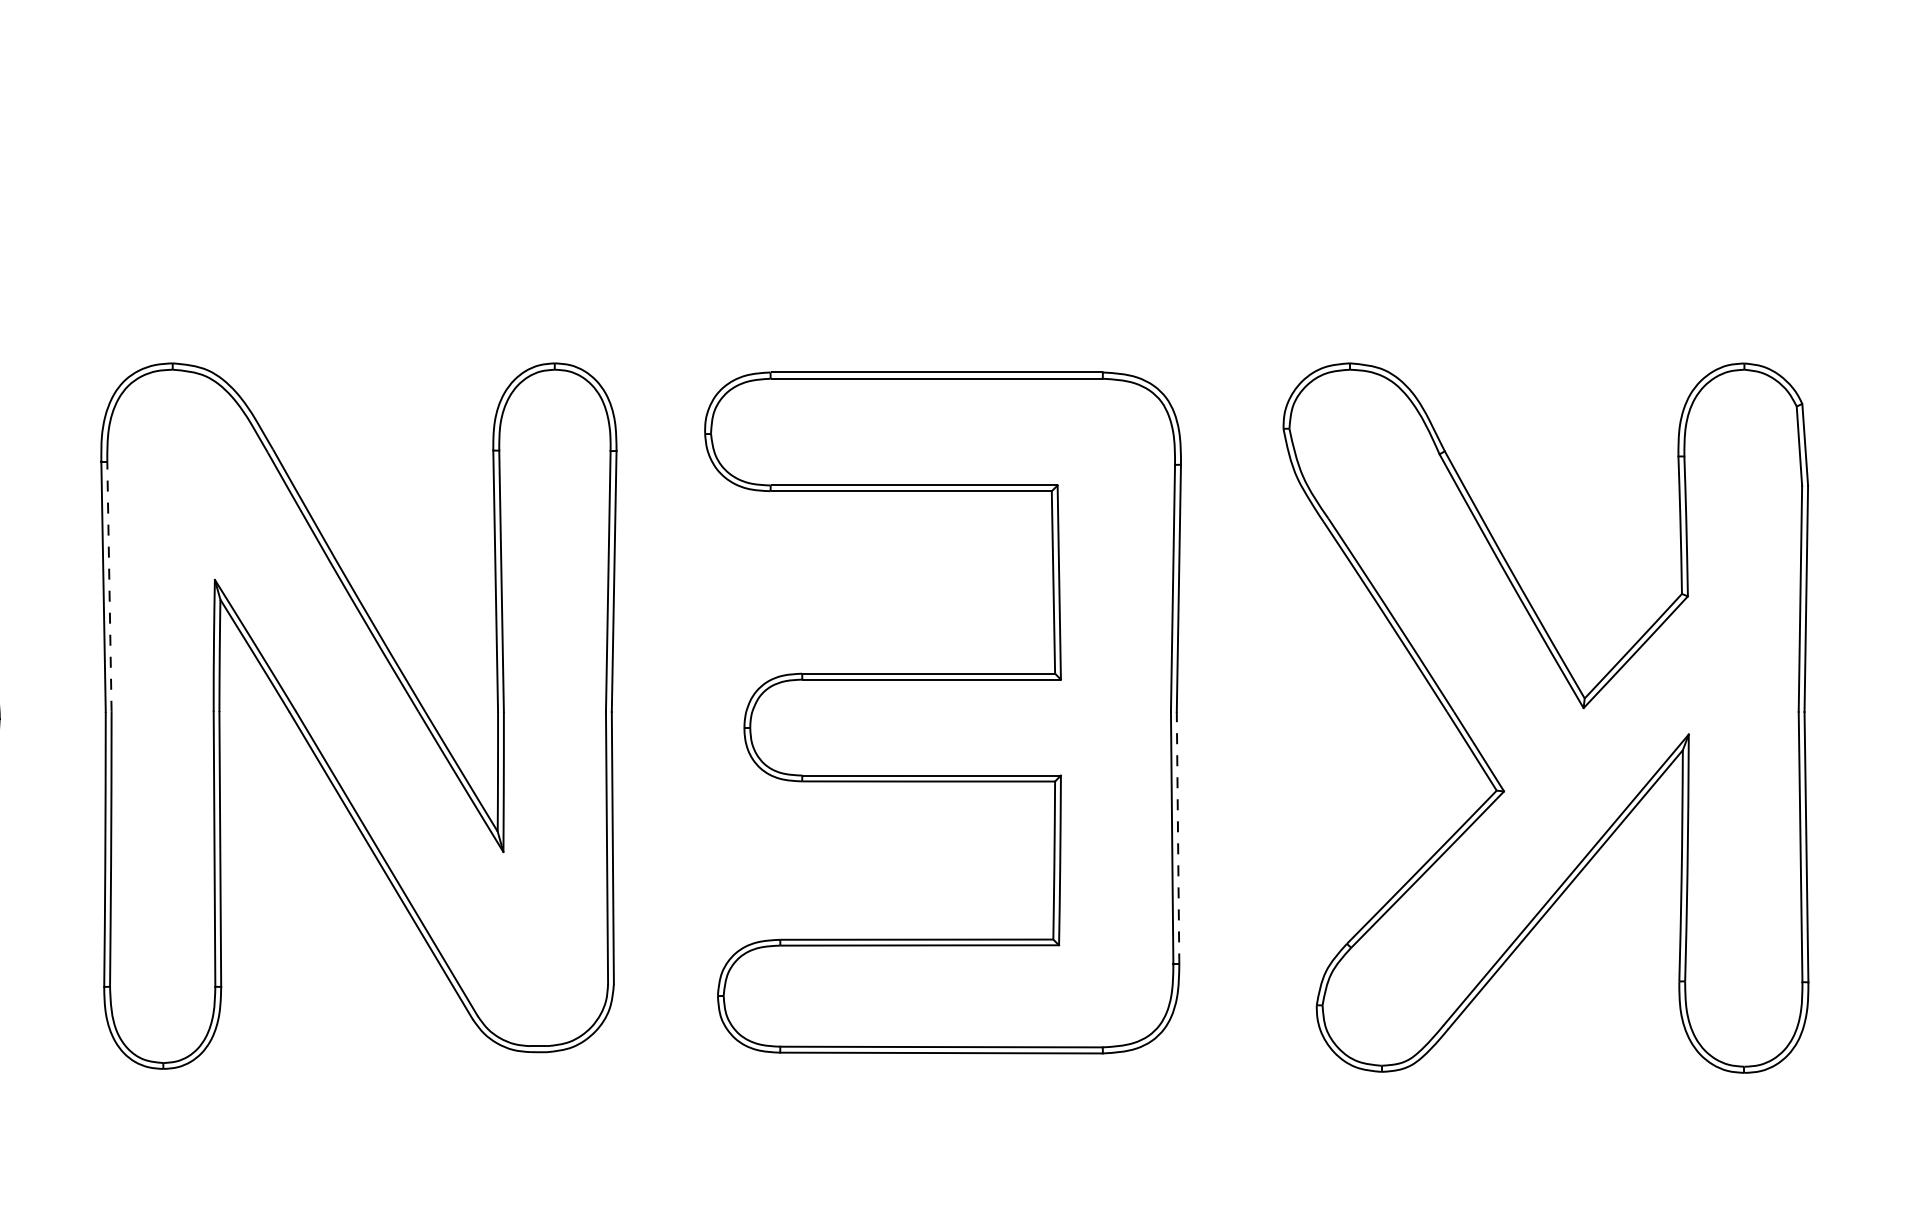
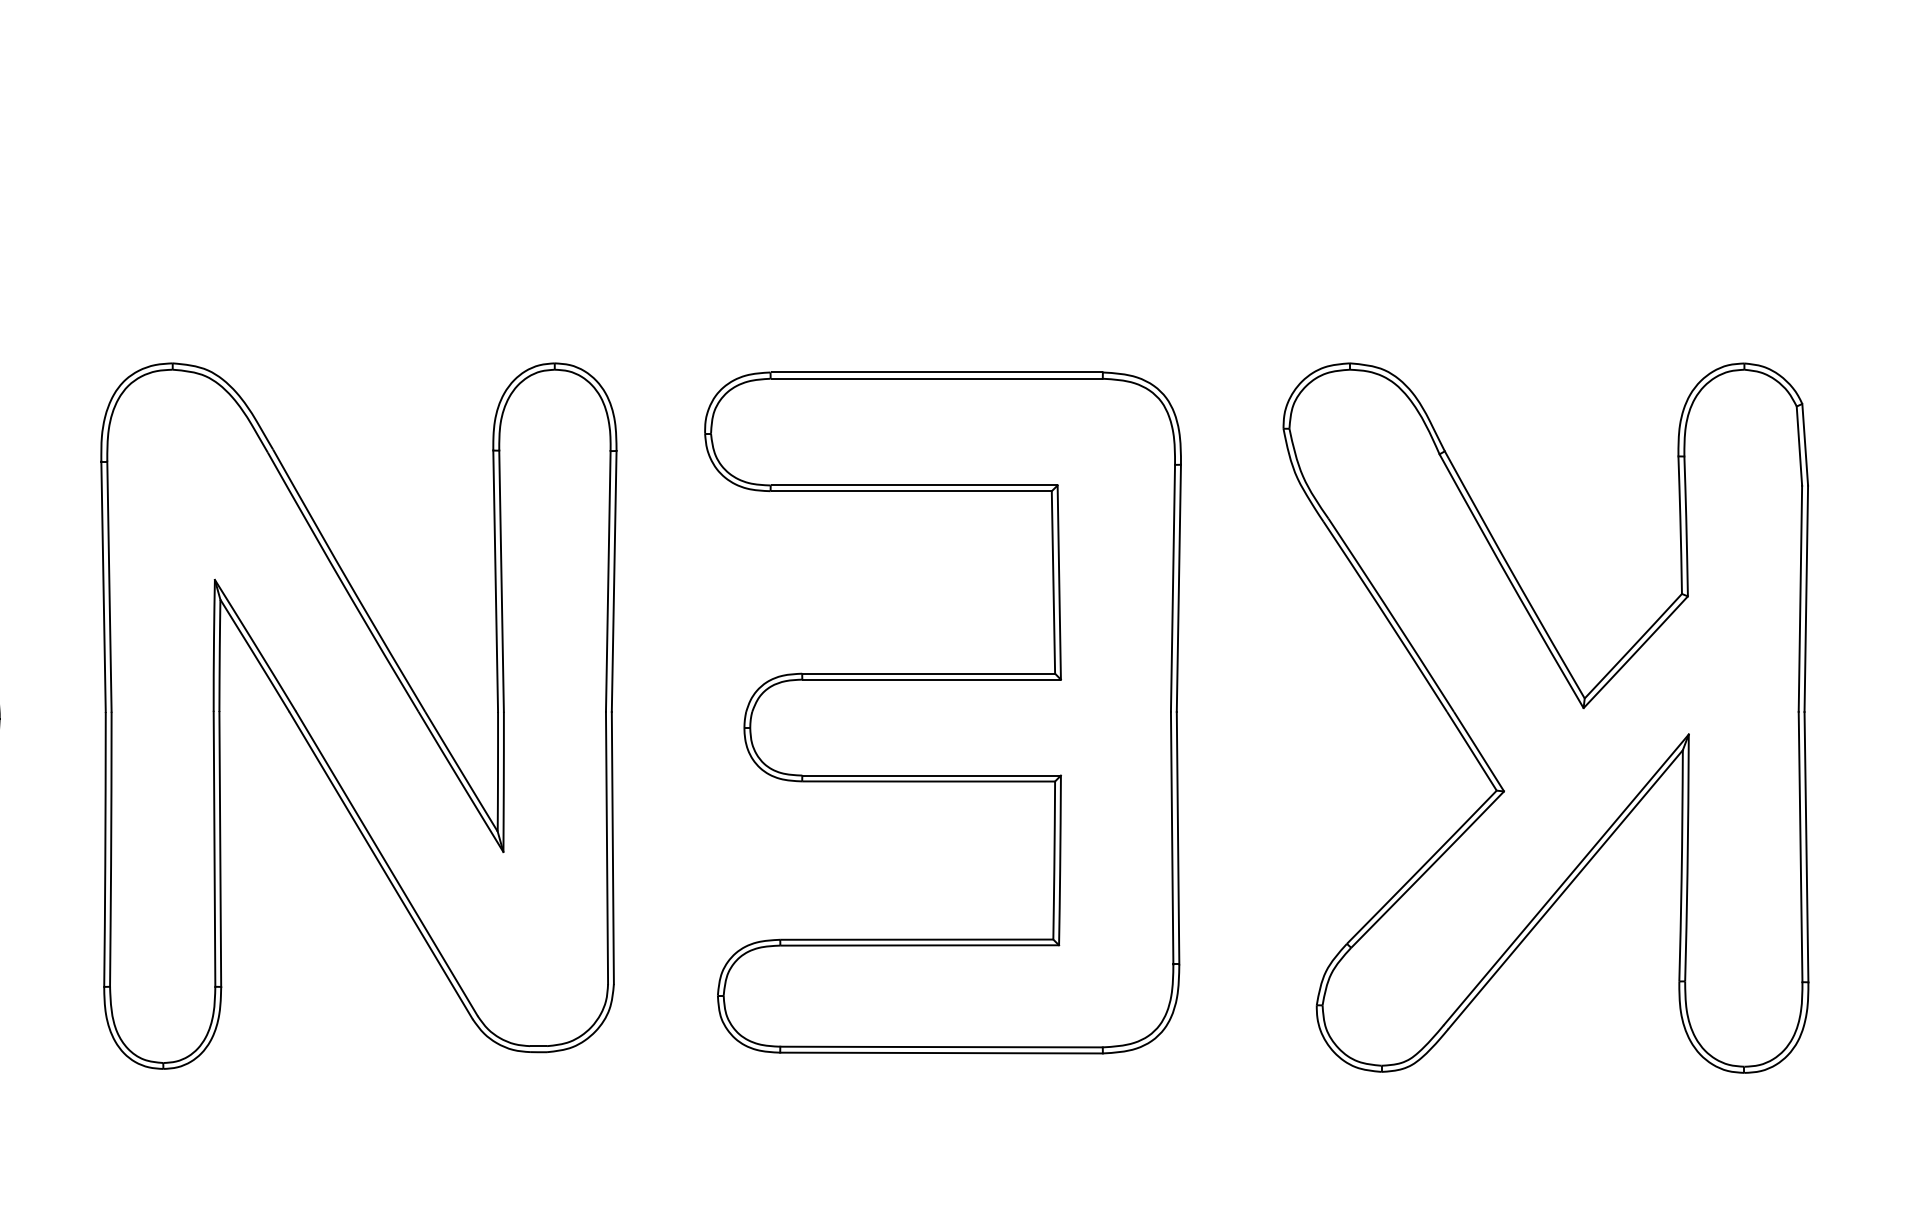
line at (109, 586): dashed -> solid
line at (1178, 837): dashed -> solid
